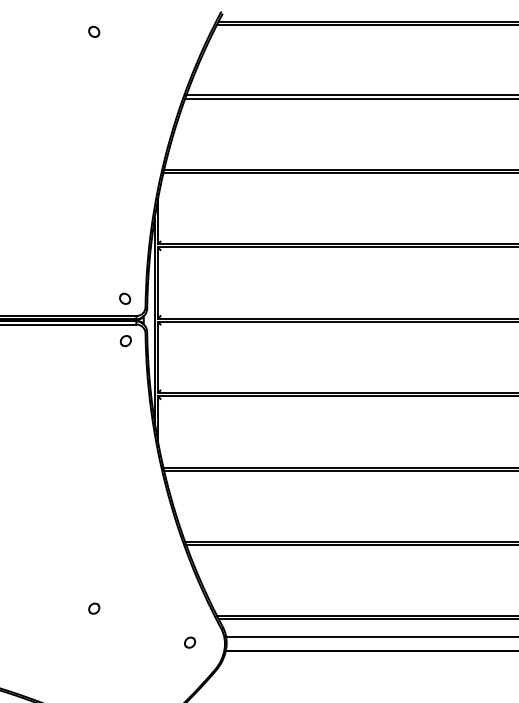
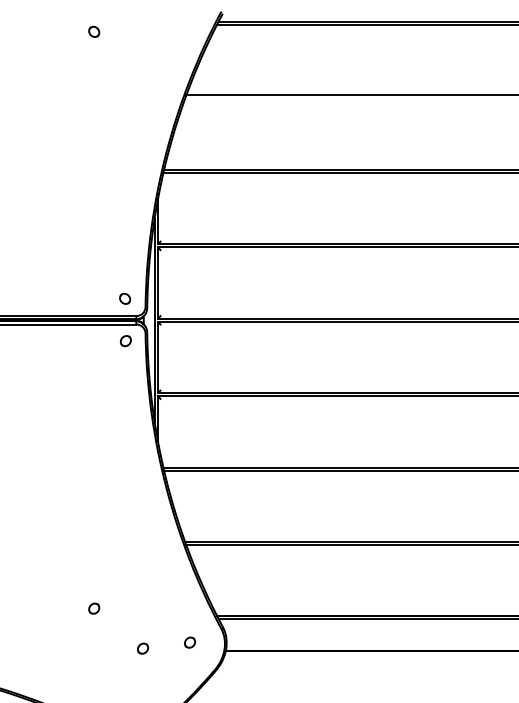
line at (350, 98): present -> none
line at (370, 637): present -> none
part at (143, 648): none -> present
